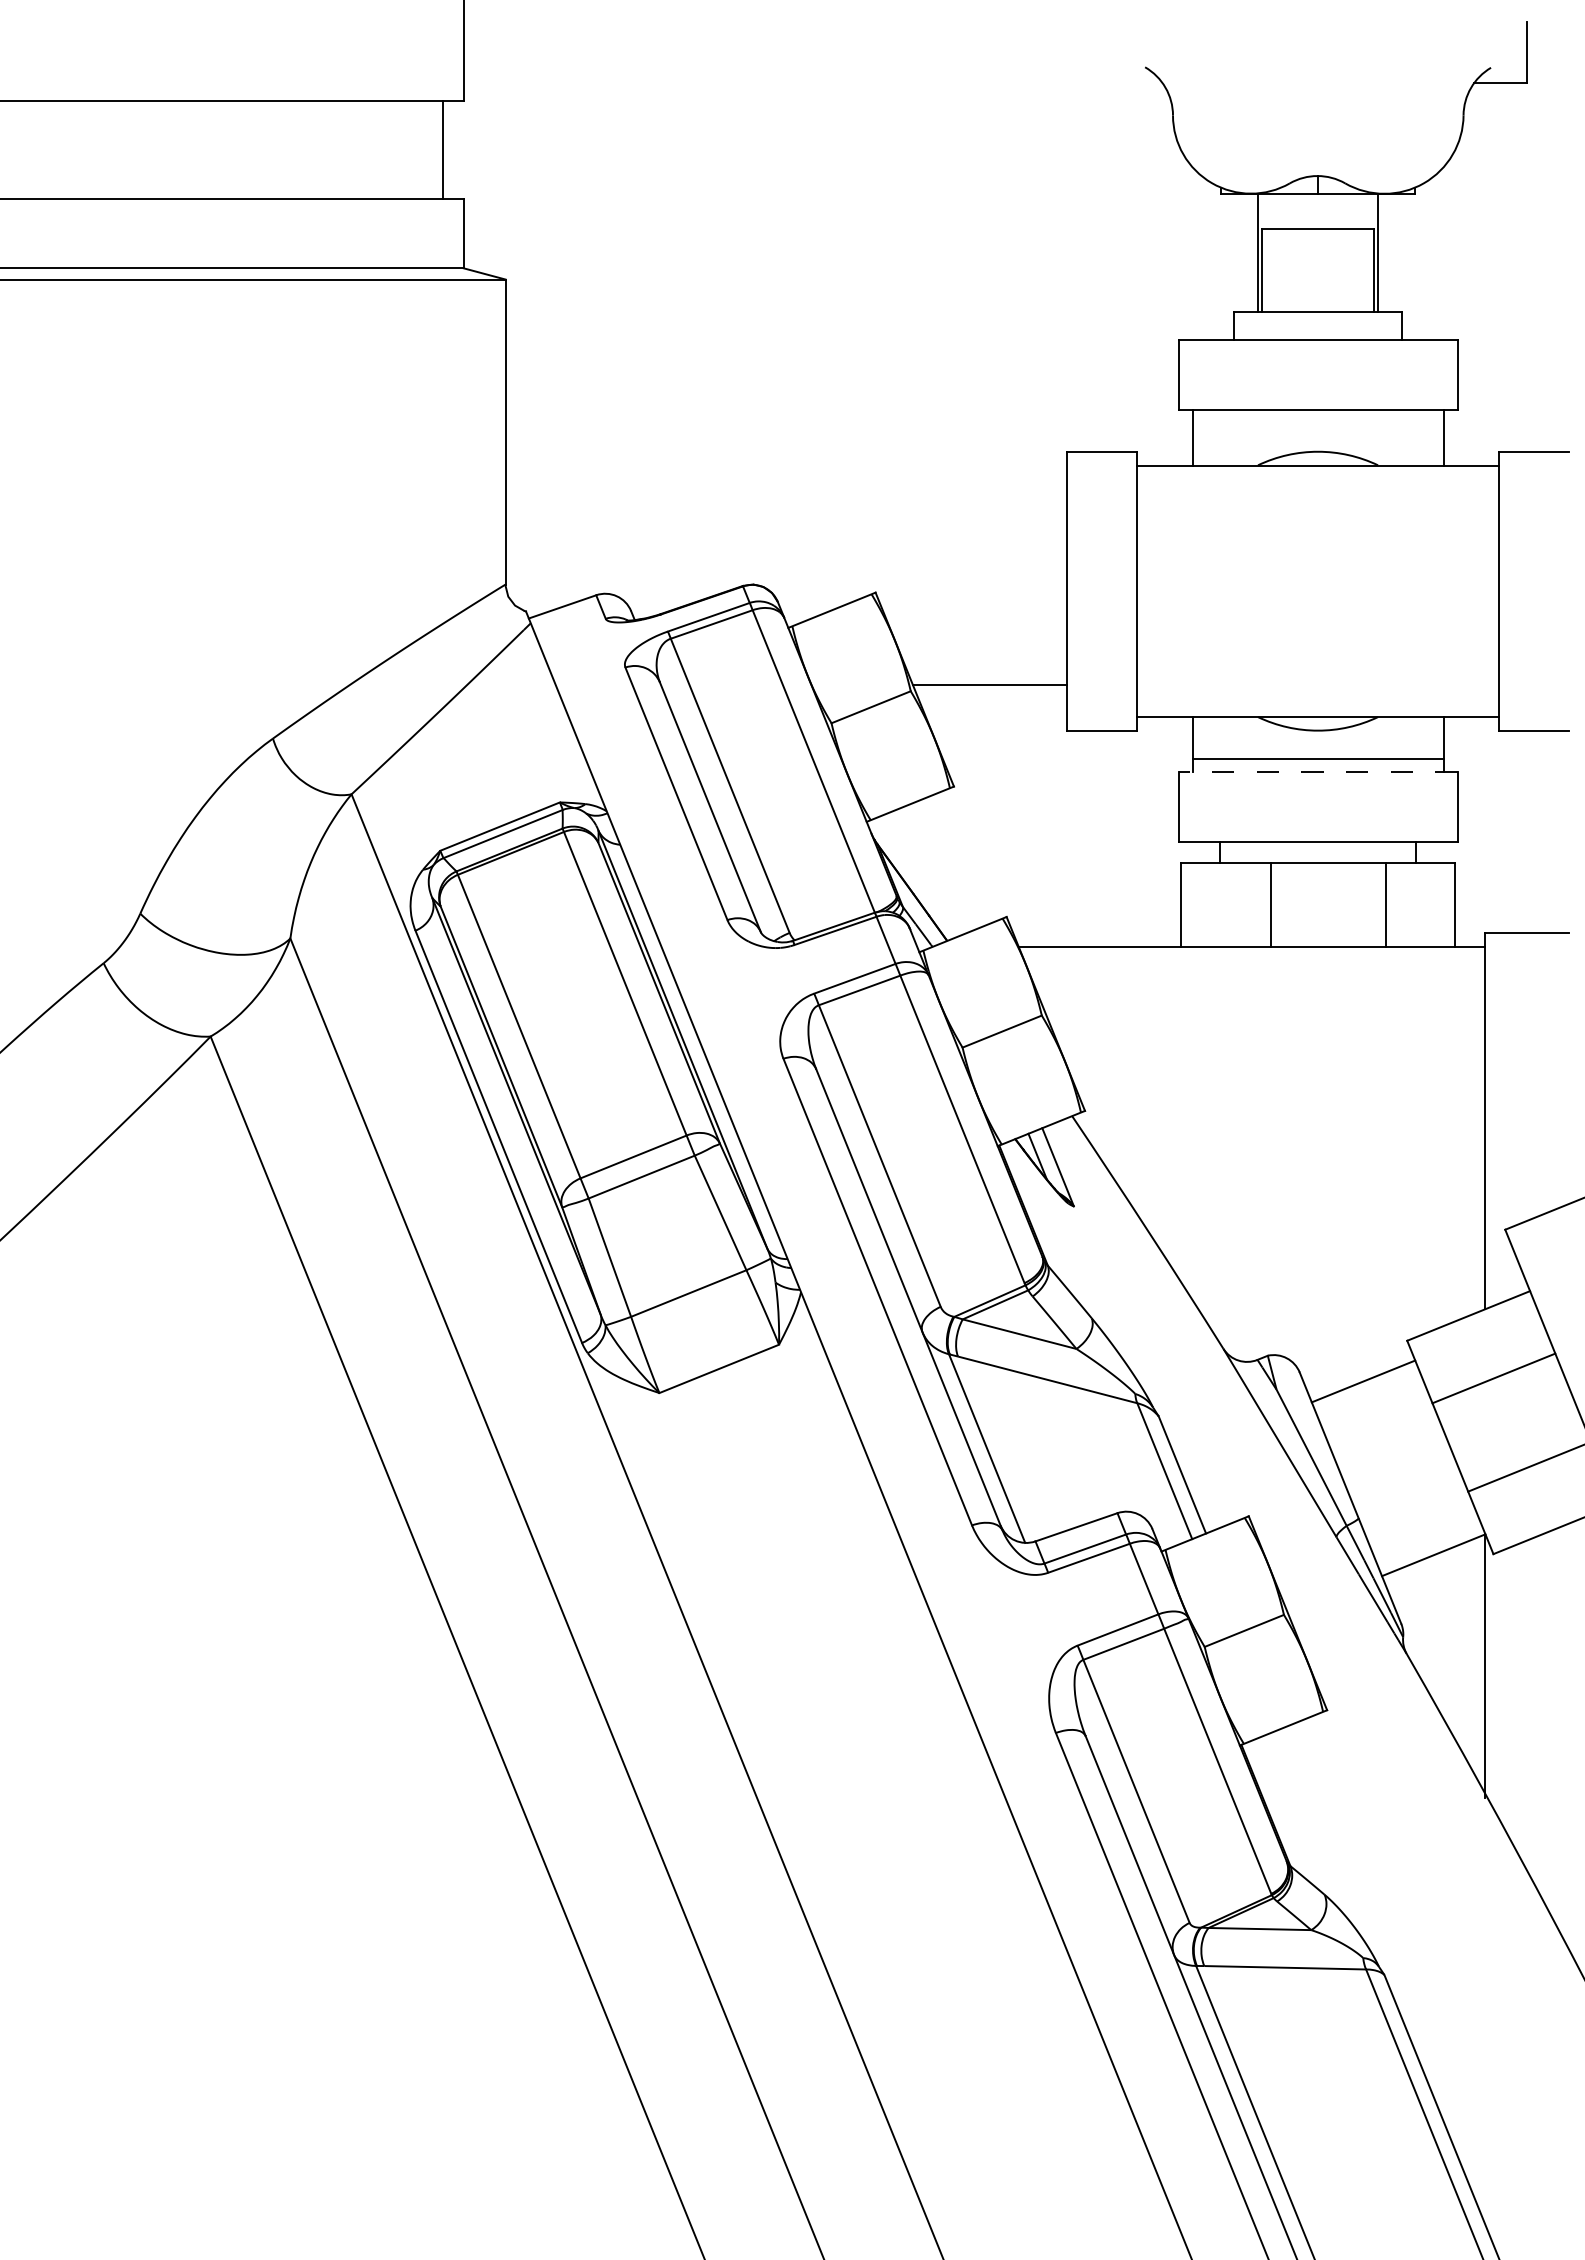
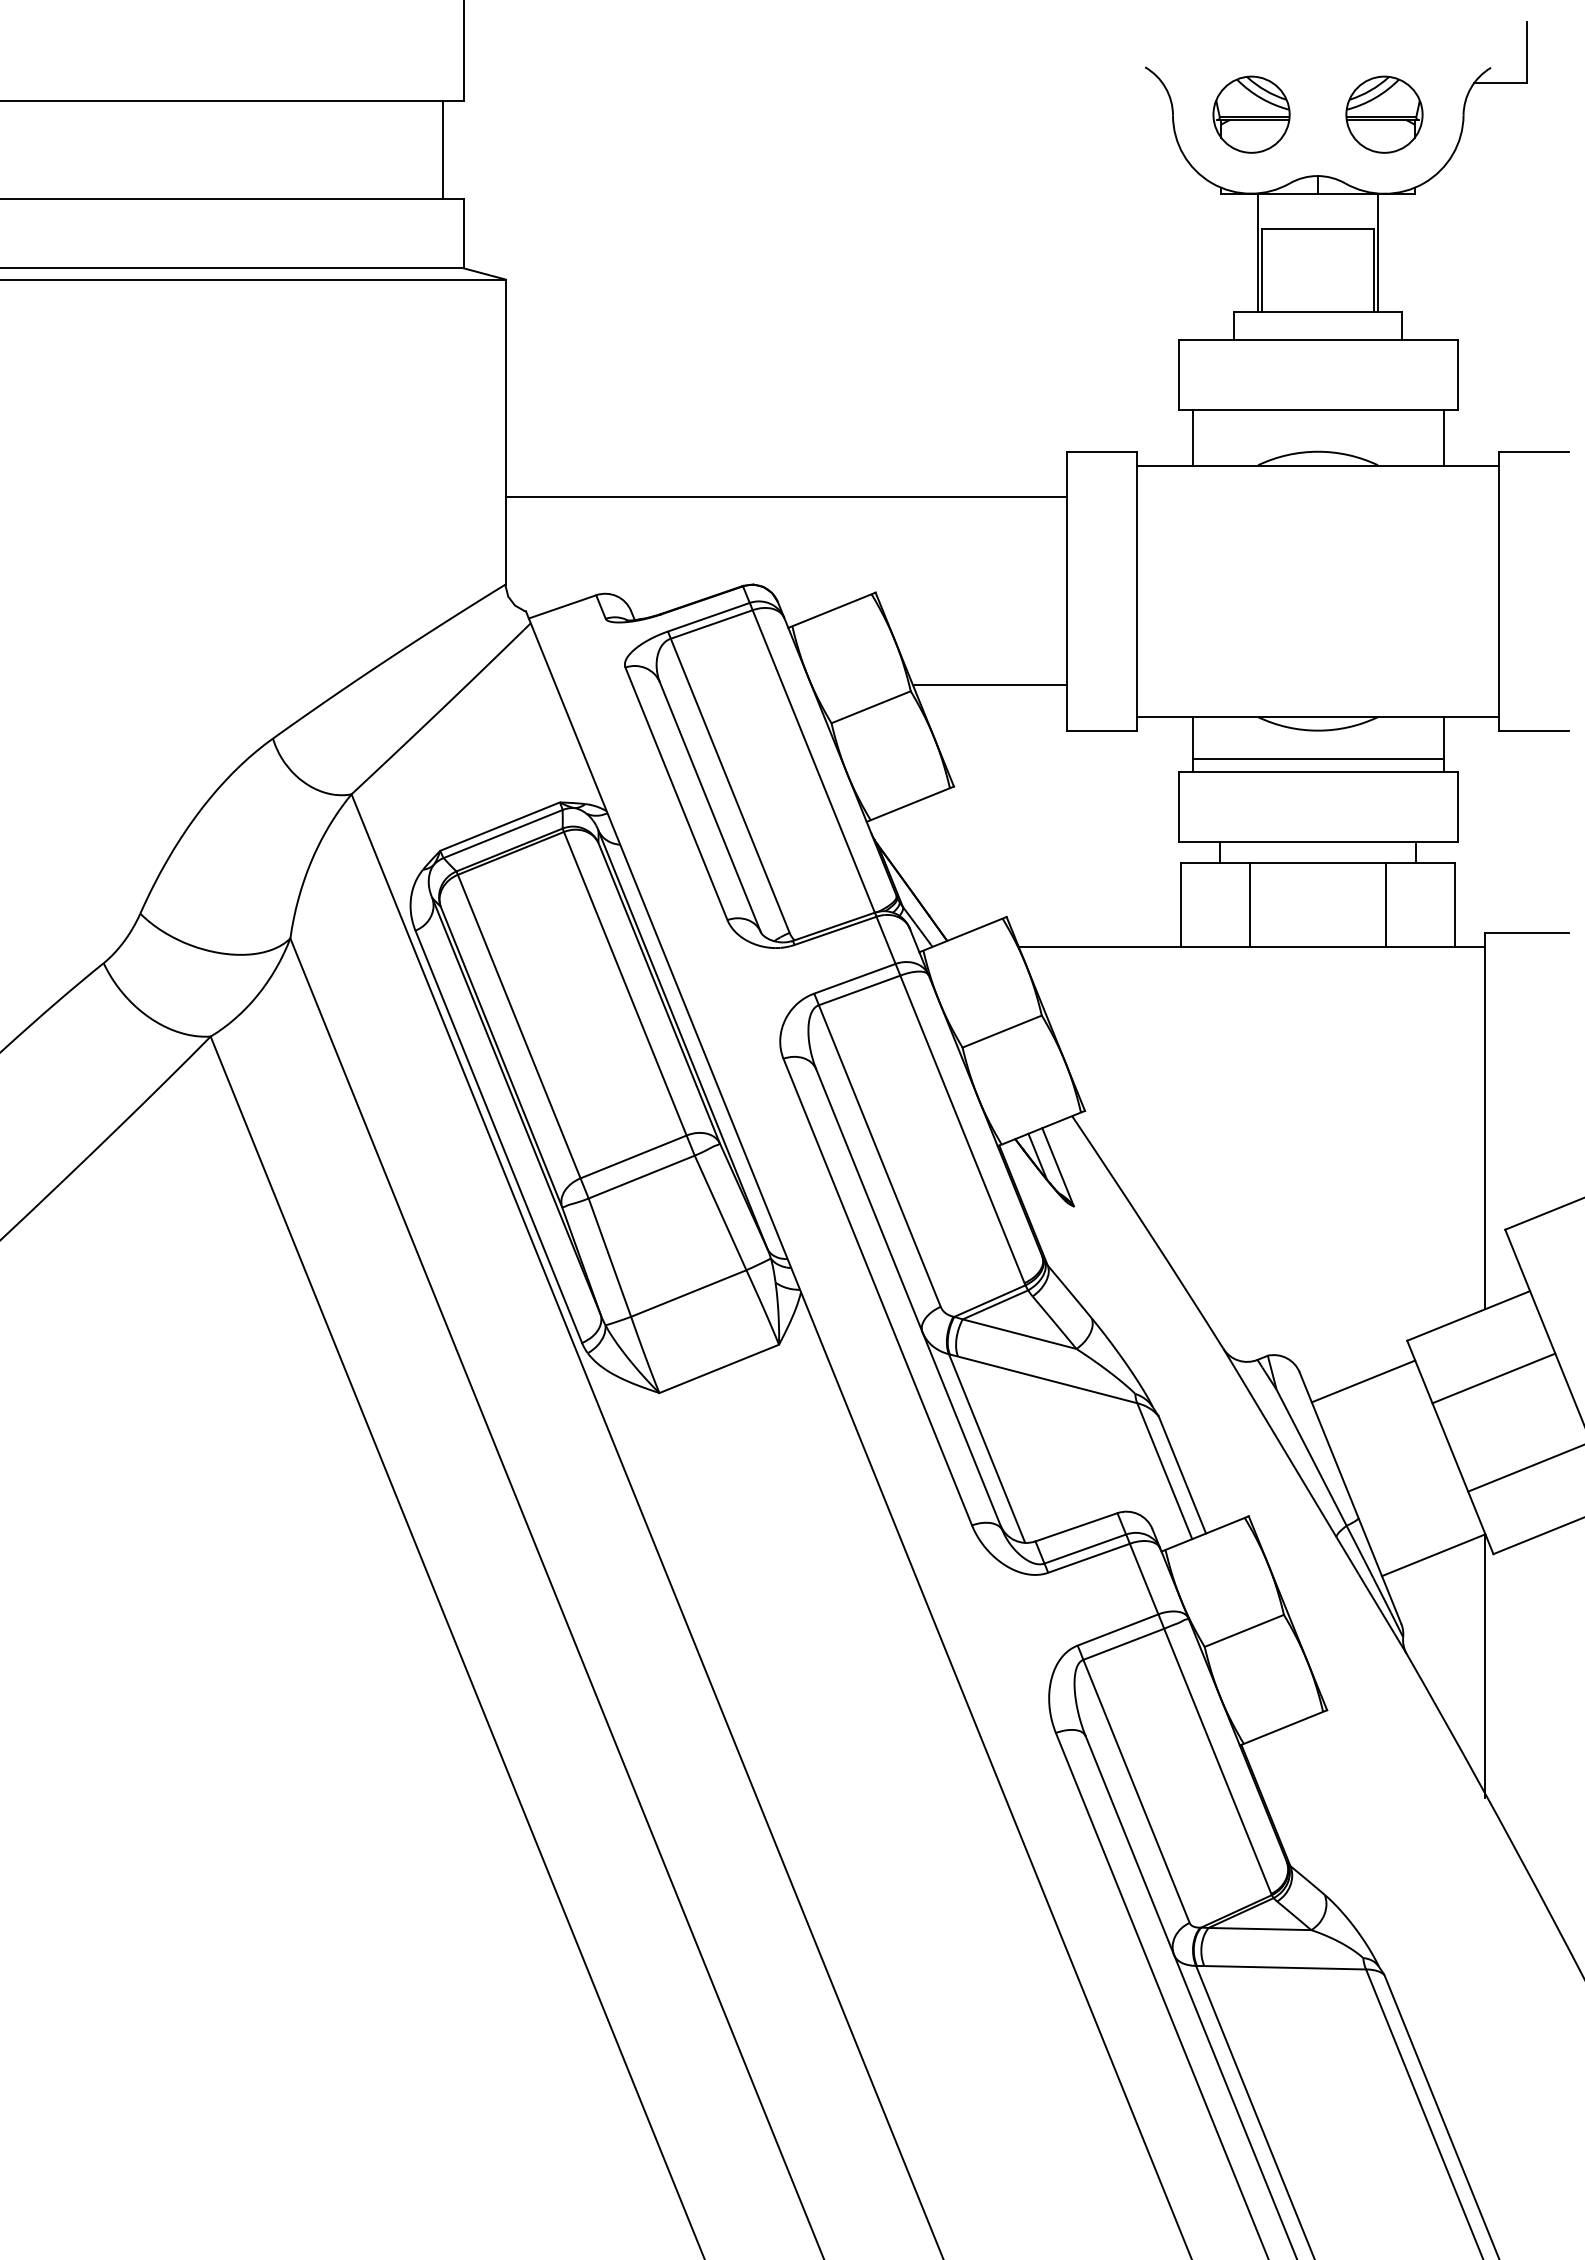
part at (1251, 114): none -> present
part at (1384, 114): none -> present
line at (786, 497): none -> present
line at (1317, 772): dashed -> solid
line at (1270, 904) position: (1270, 904) -> (1249, 904)
